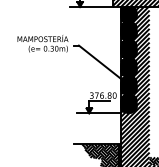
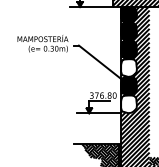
hatch at (128, 67): present -> none
hatch at (128, 104): present -> none
